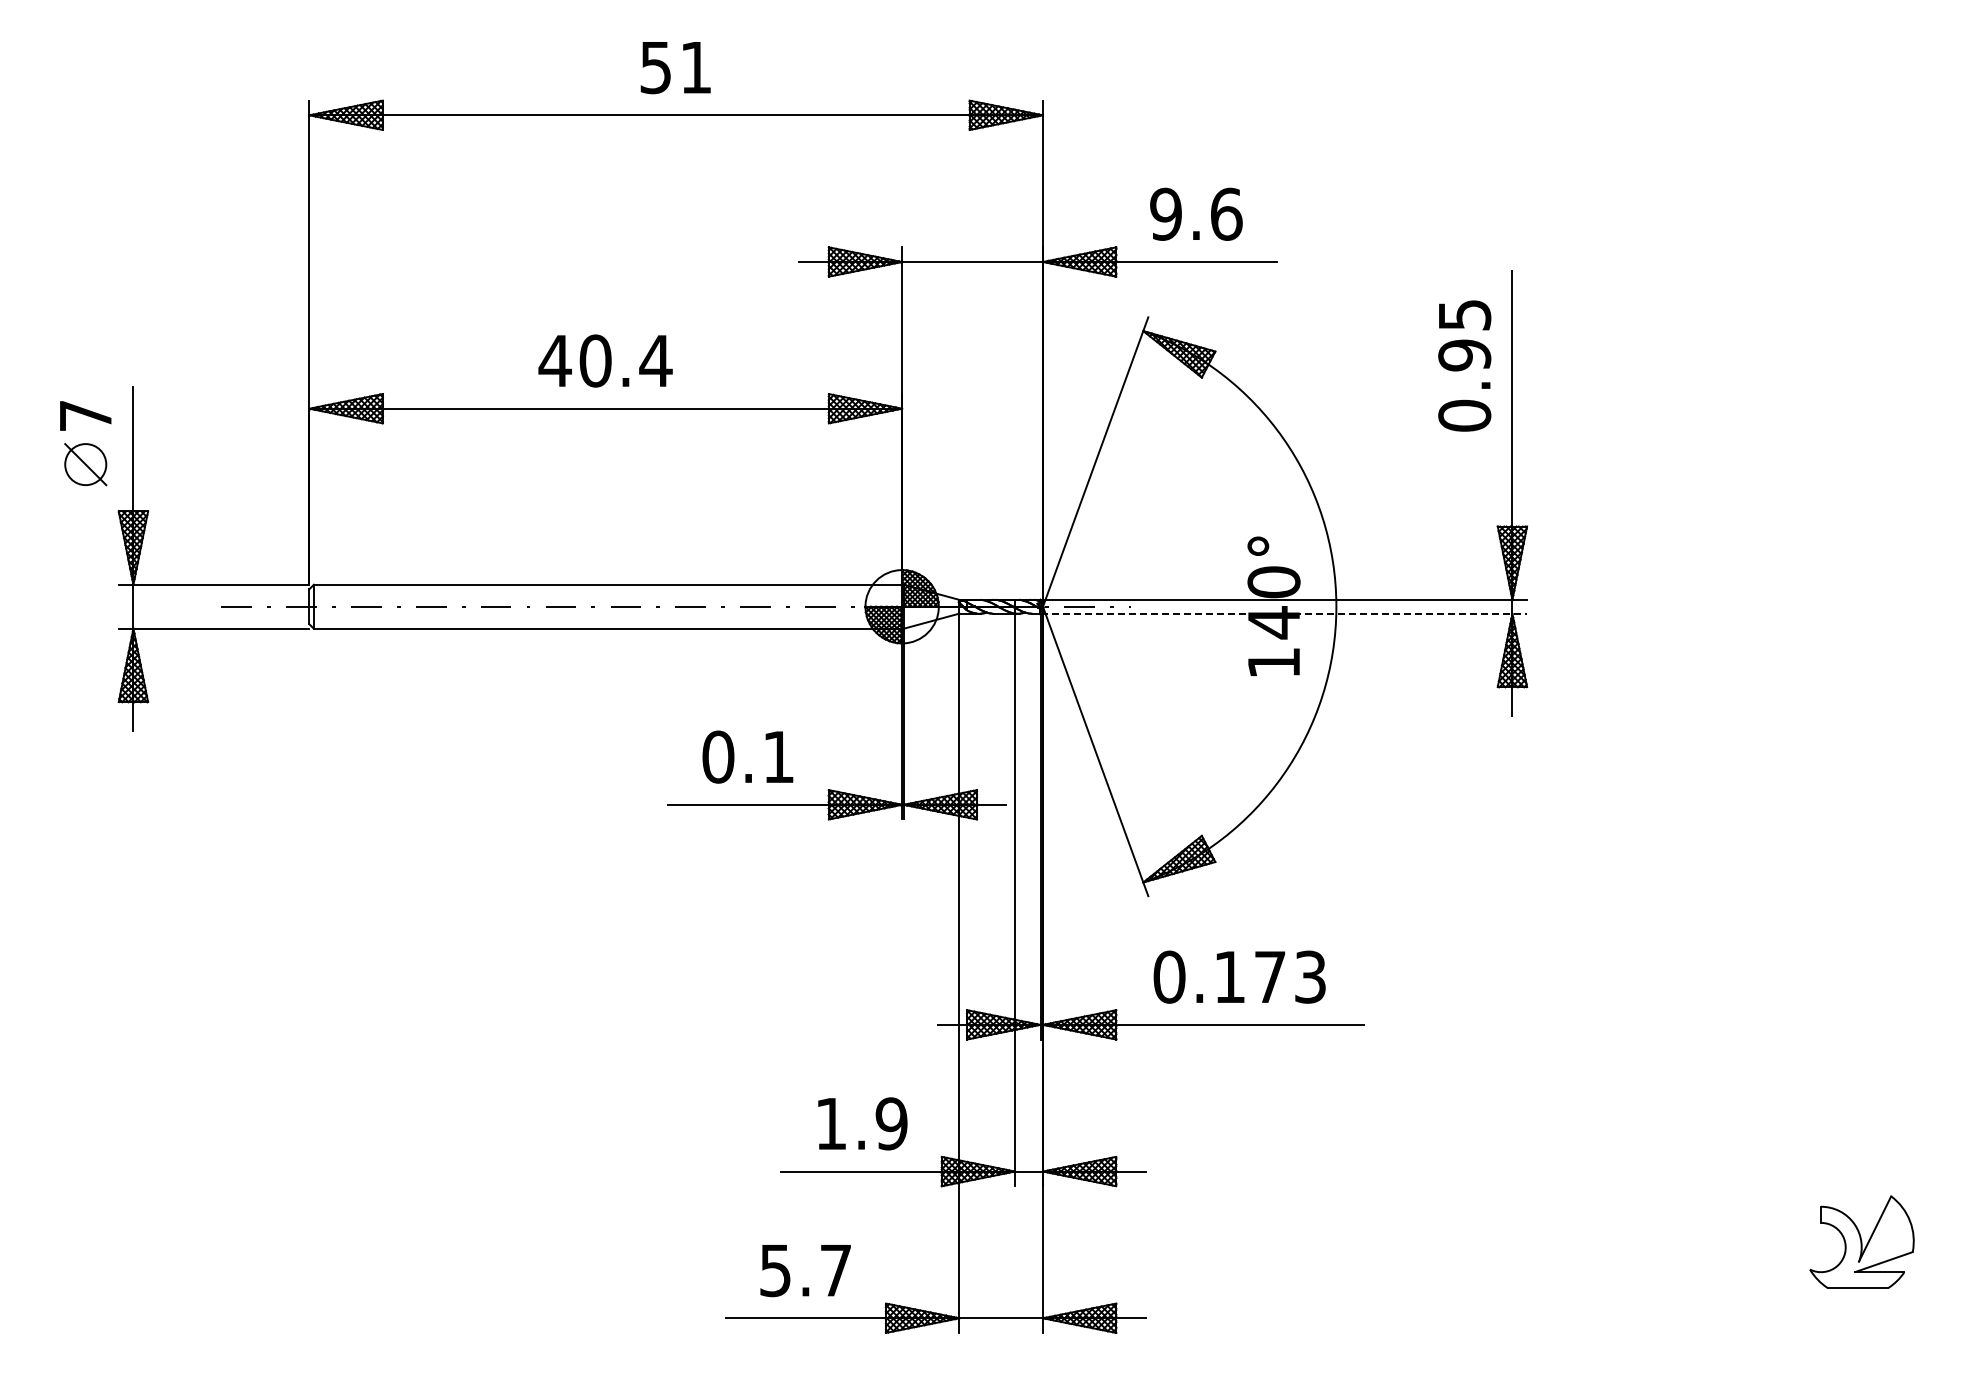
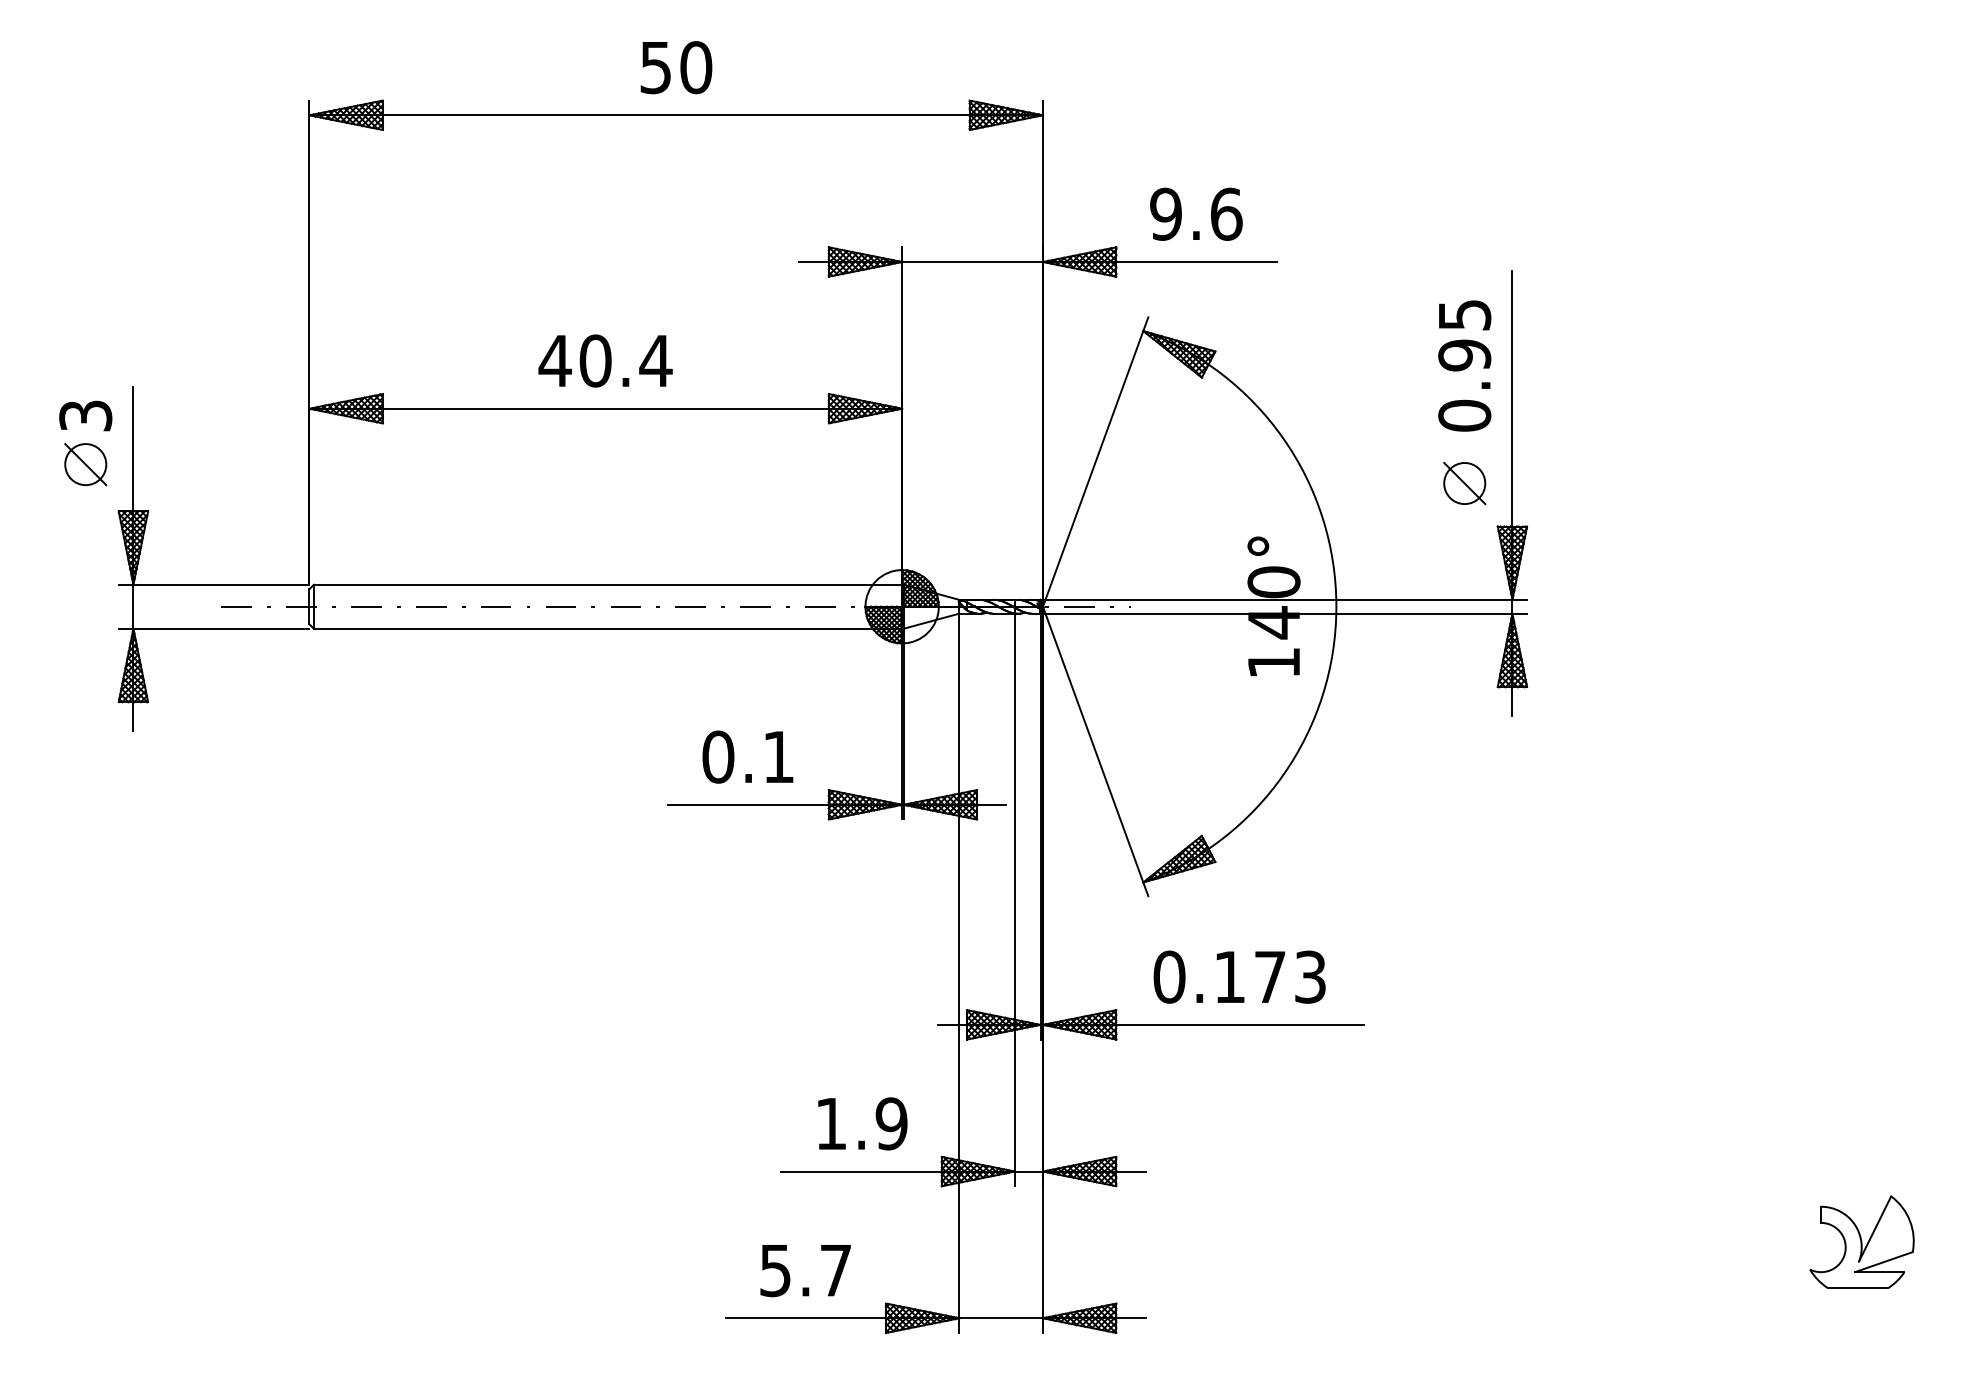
text at (696, 67): 51 -> 50
text at (85, 415): 7 -> 3
part at (1464, 483): none -> present
line at (1284, 613): dashed -> solid
